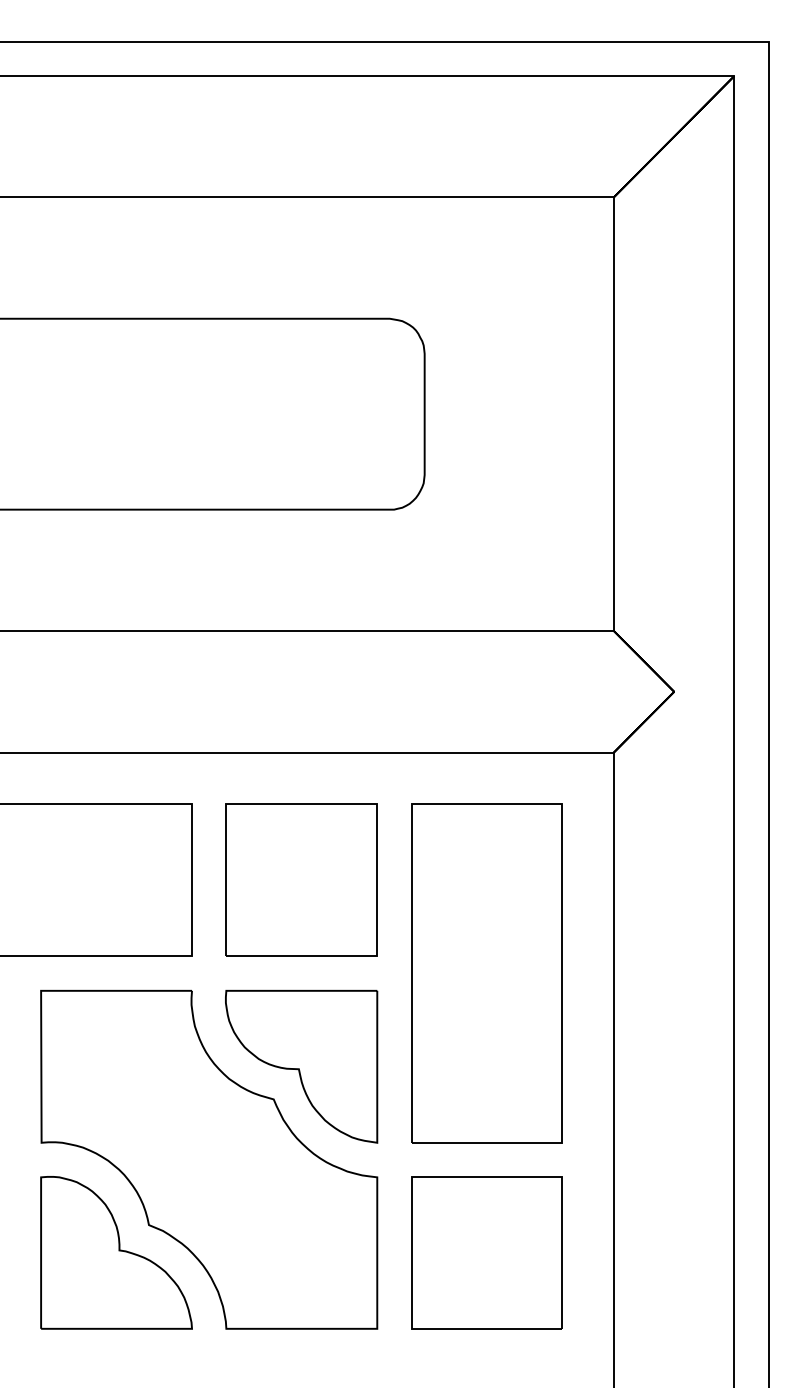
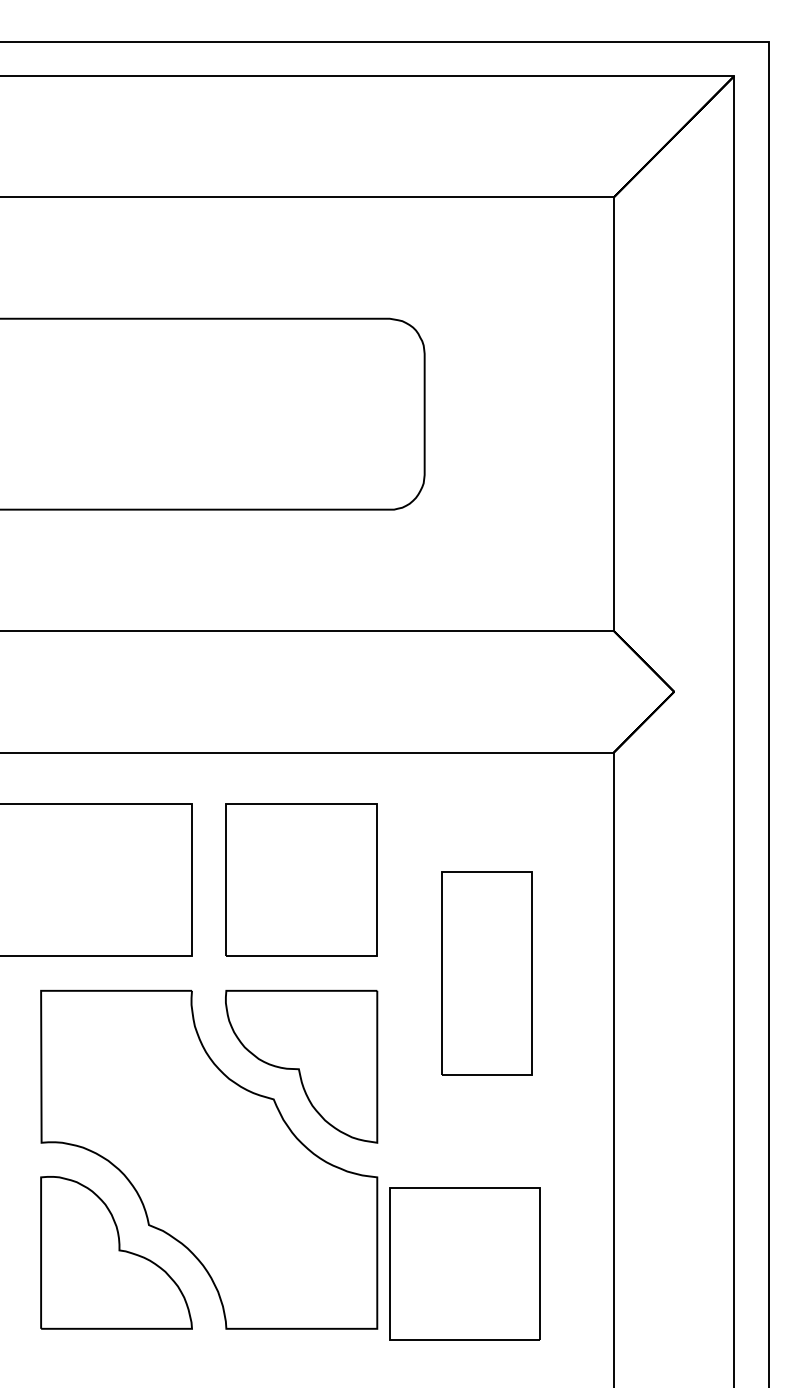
part at (486, 973) size: 152x341 px -> 92x205 px
part at (486, 1252) position: (486, 1252) -> (464, 1263)
